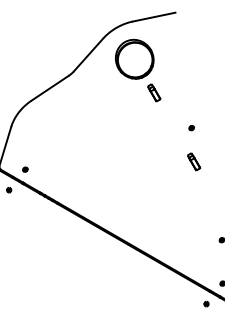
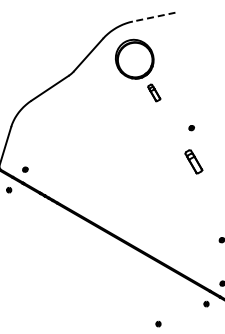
line at (154, 17): solid -> dashed
part at (194, 161) size: 15x20 px -> 20x26 px
part at (158, 323): none -> present
